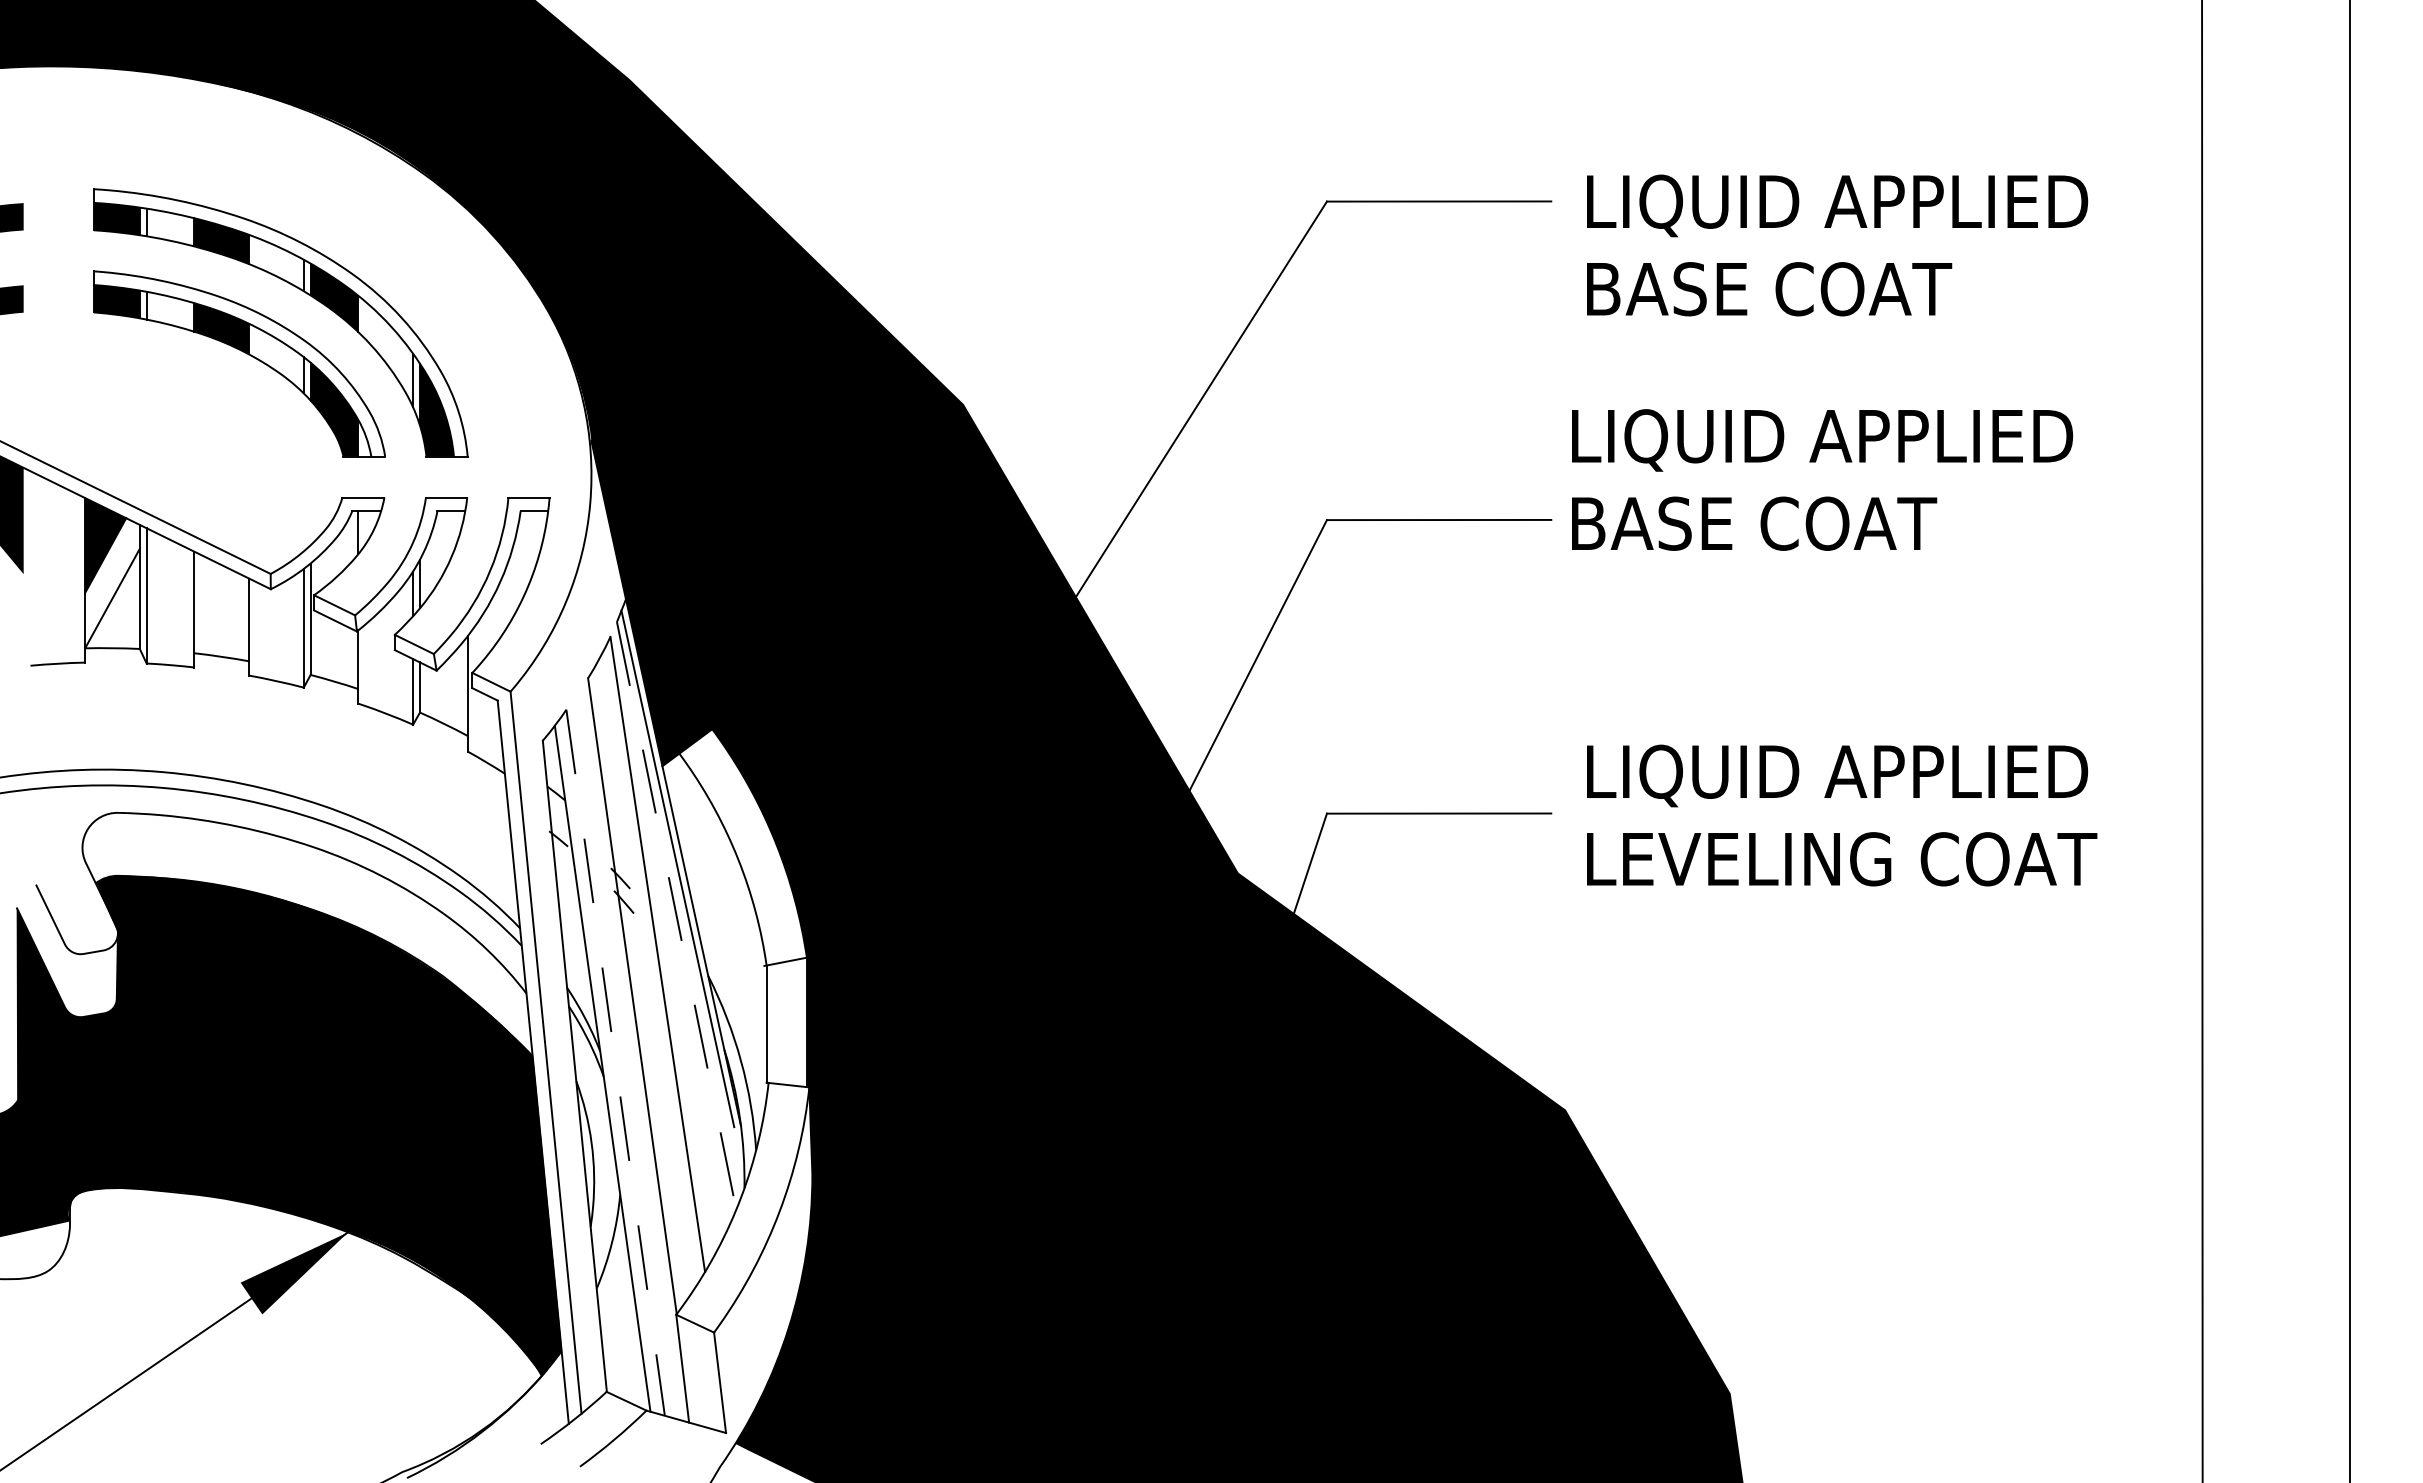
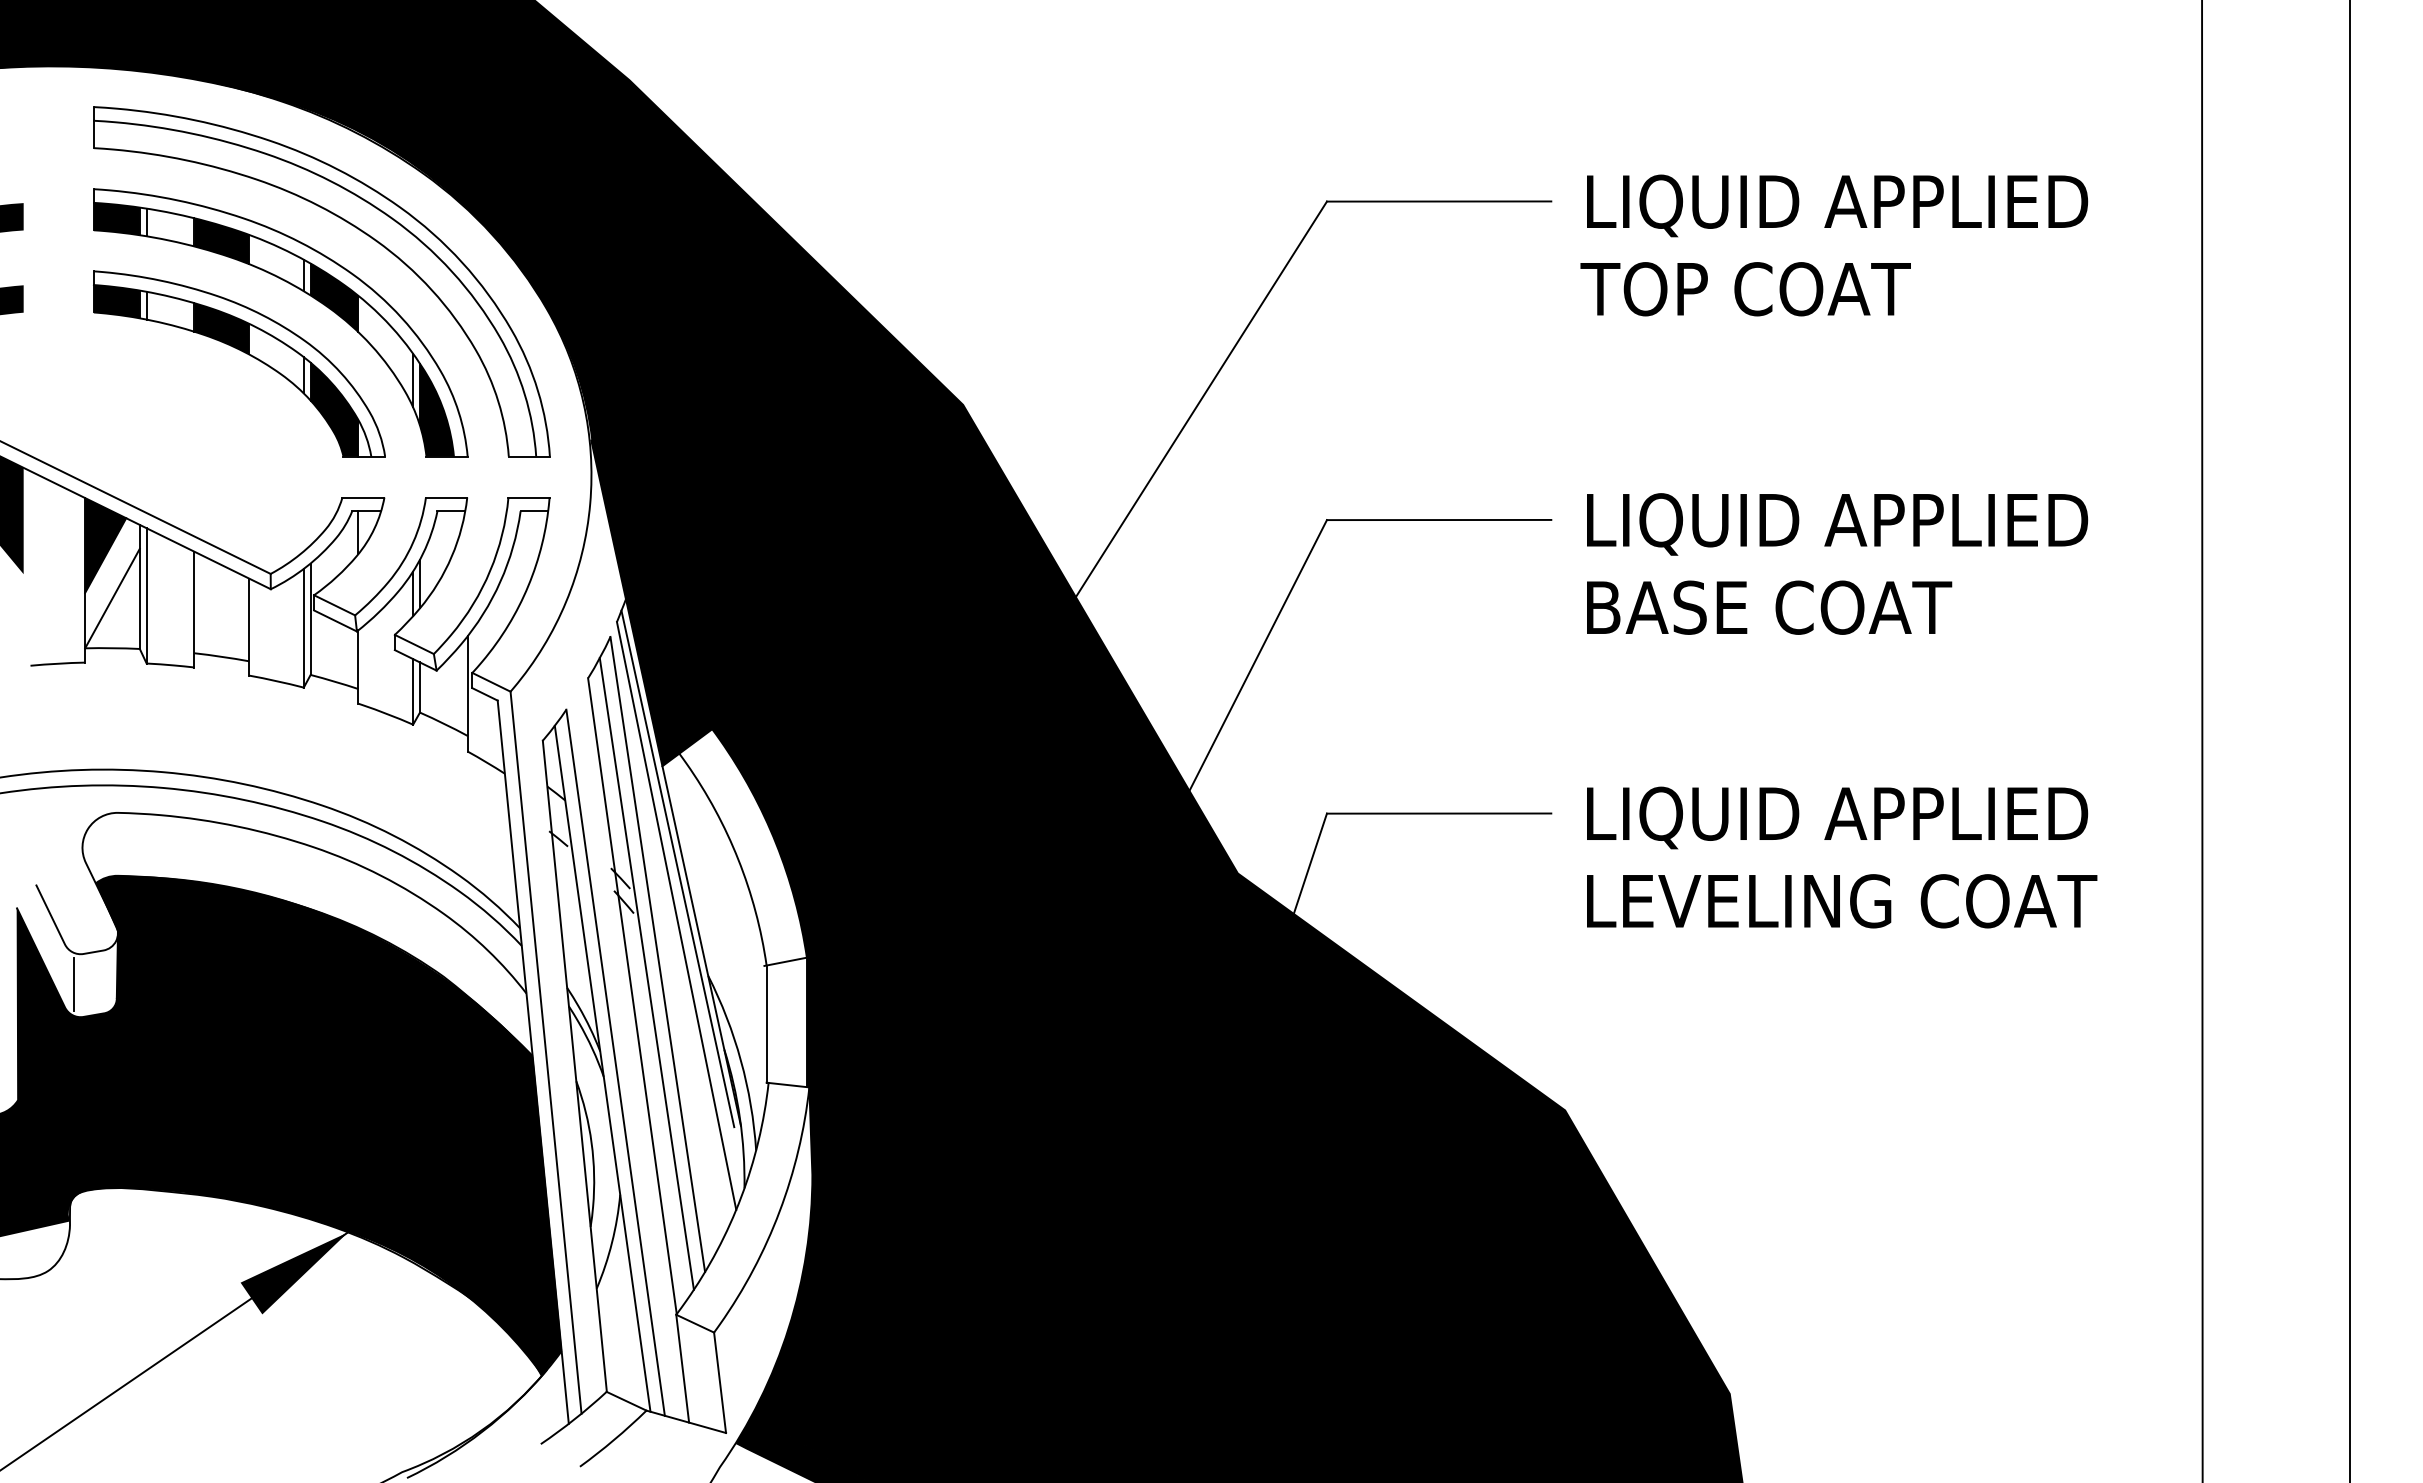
part at (357, 229): none -> present
text at (1766, 289): LIQUID APPLIED BASE COAT -> LIQUID APPLIED TOP COAT
text at (1822, 479) position: (1822, 479) -> (1837, 563)
text at (1842, 815) position: (1842, 815) -> (1842, 857)
line at (676, 915): dashed -> solid
line at (646, 973): none -> present
line at (74, 984): none -> present
line at (615, 1063): dashed -> solid
